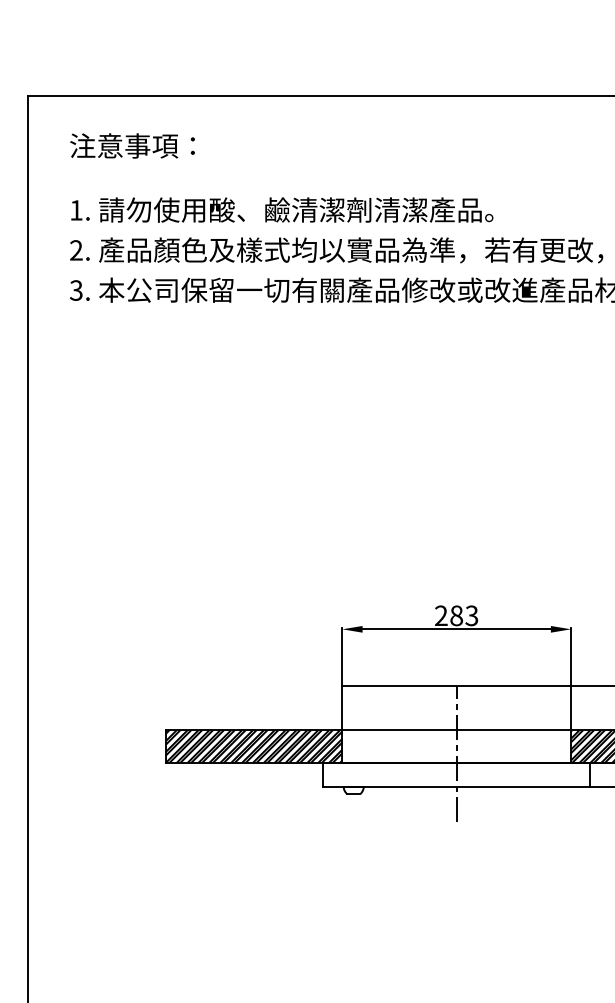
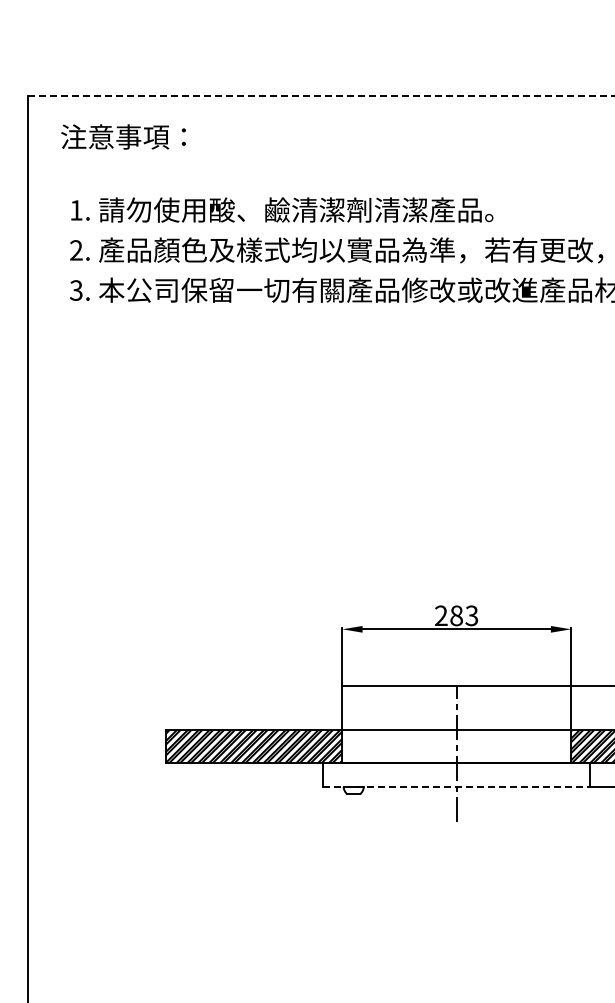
line at (321, 95): solid -> dashed
text at (132, 145) position: (132, 145) -> (123, 136)
line at (457, 786): solid -> dashed
